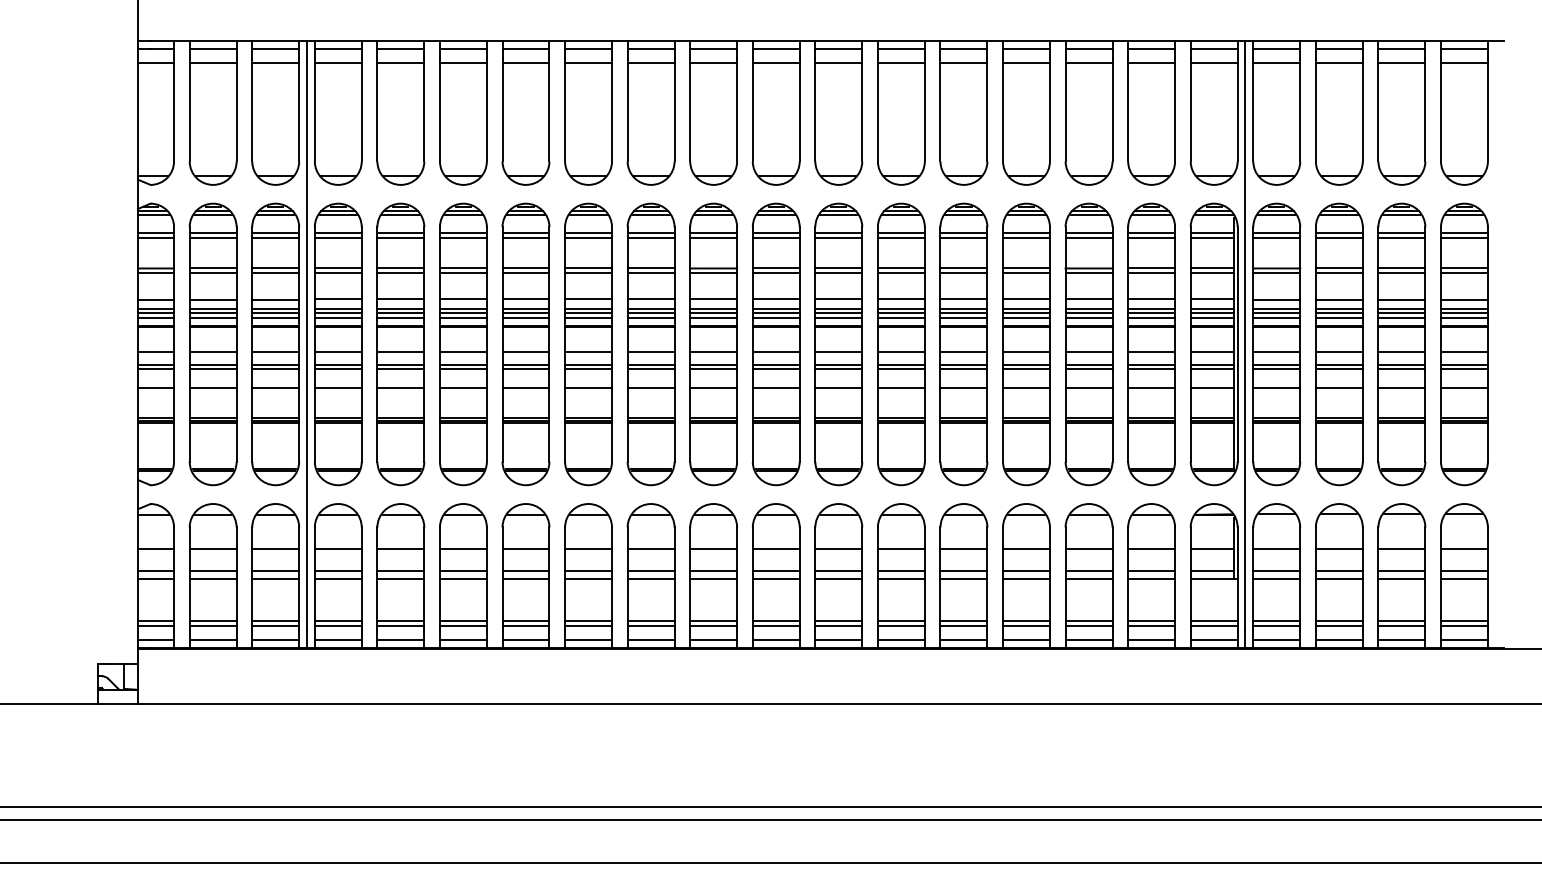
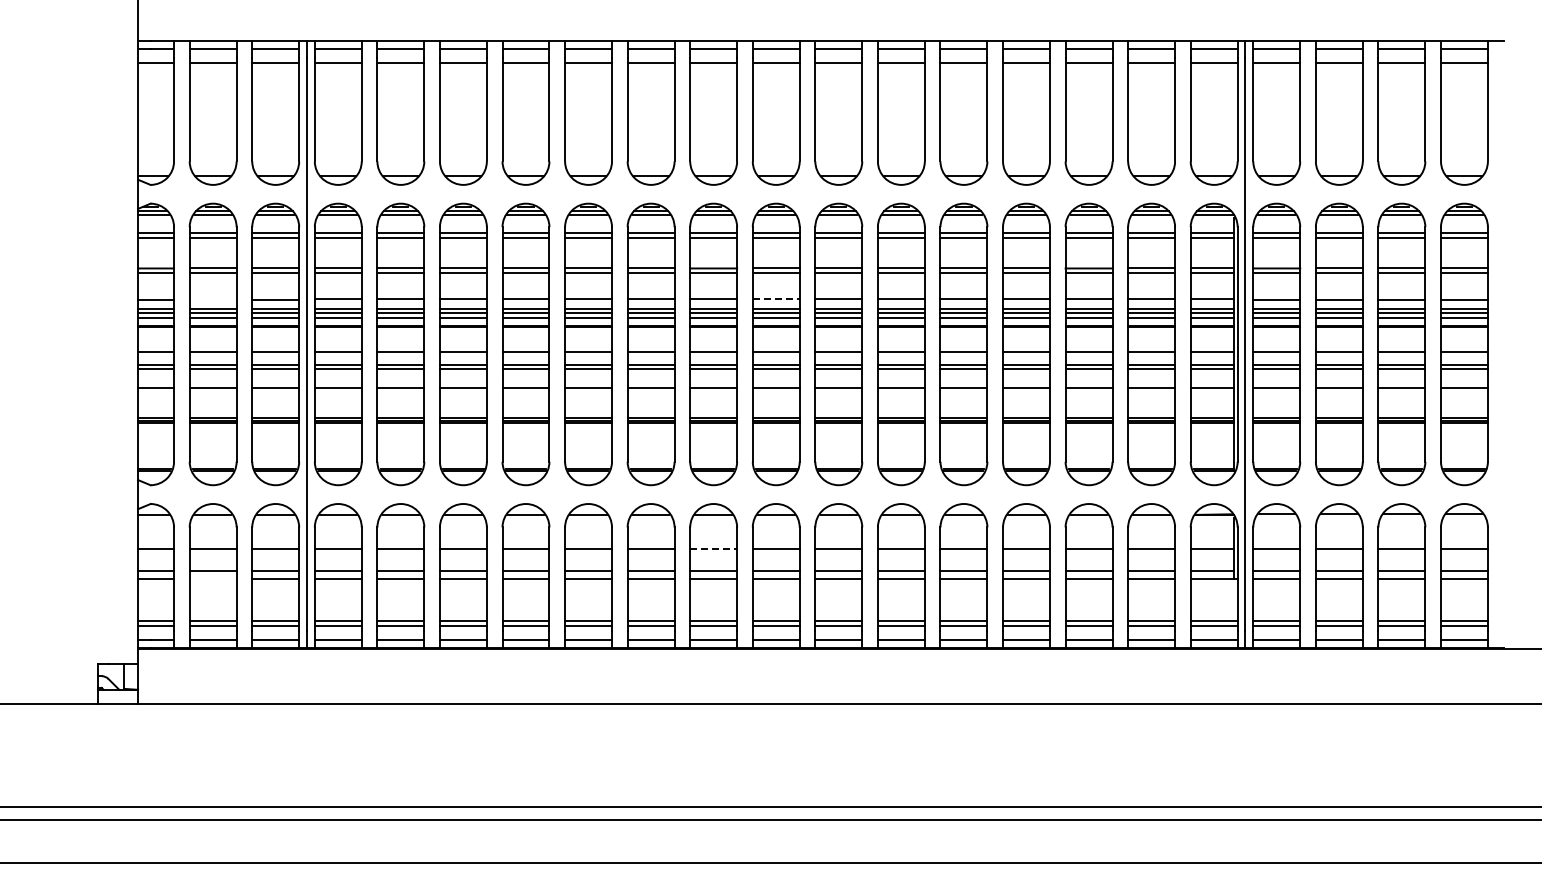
line at (776, 299): solid -> dashed
line at (212, 300): present -> none
line at (714, 549): solid -> dashed
line at (212, 579): present -> none
